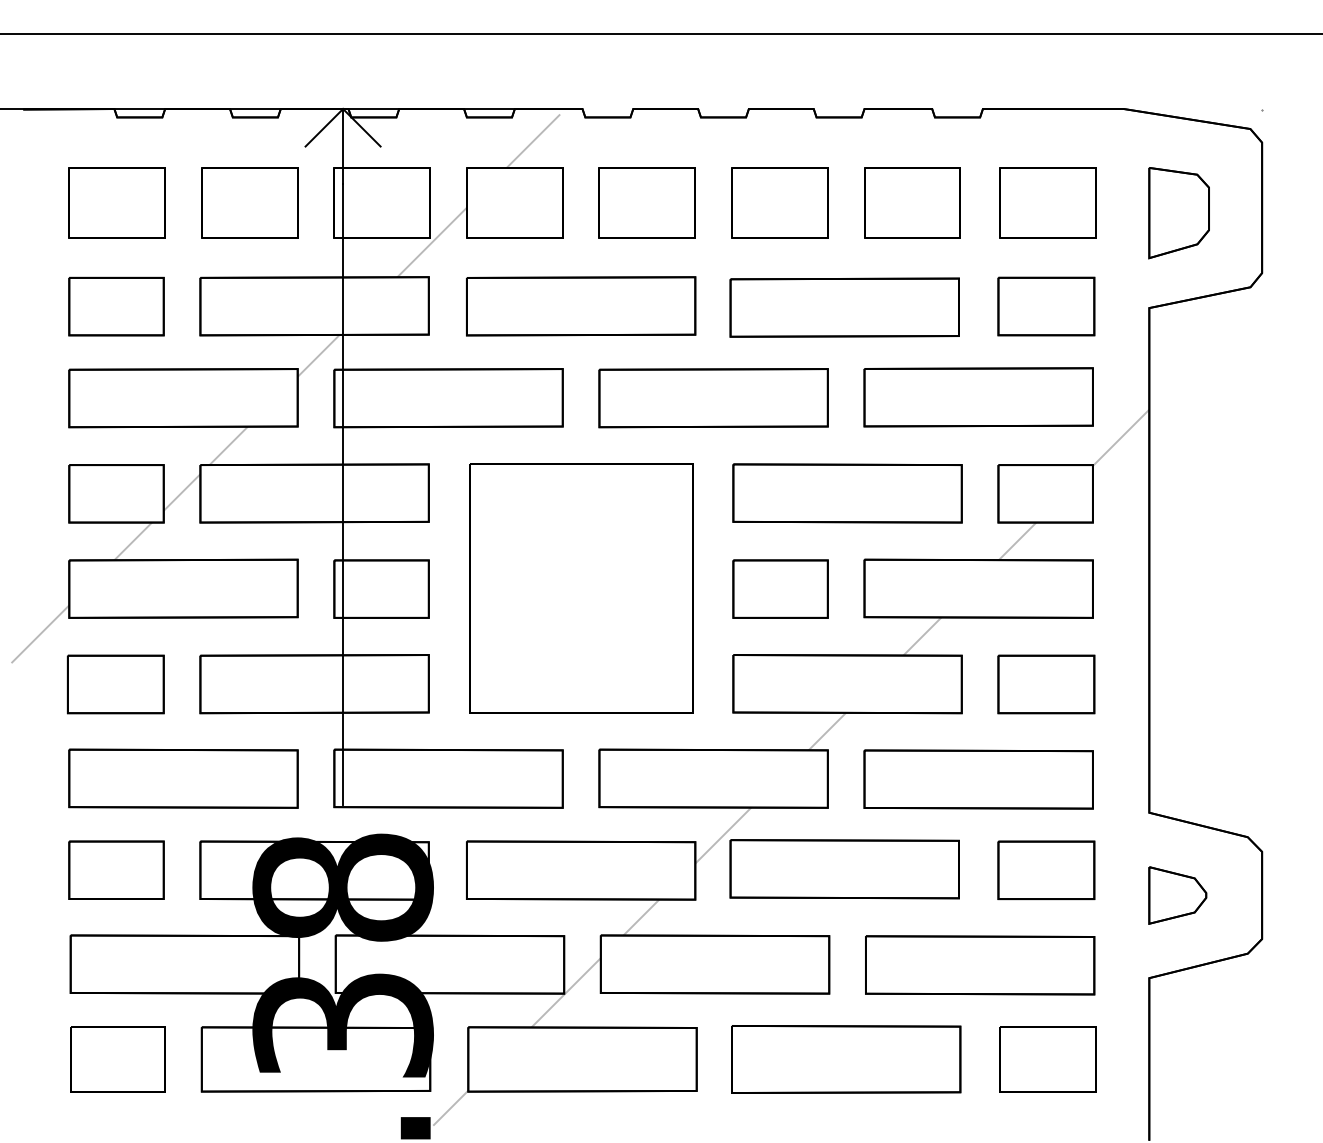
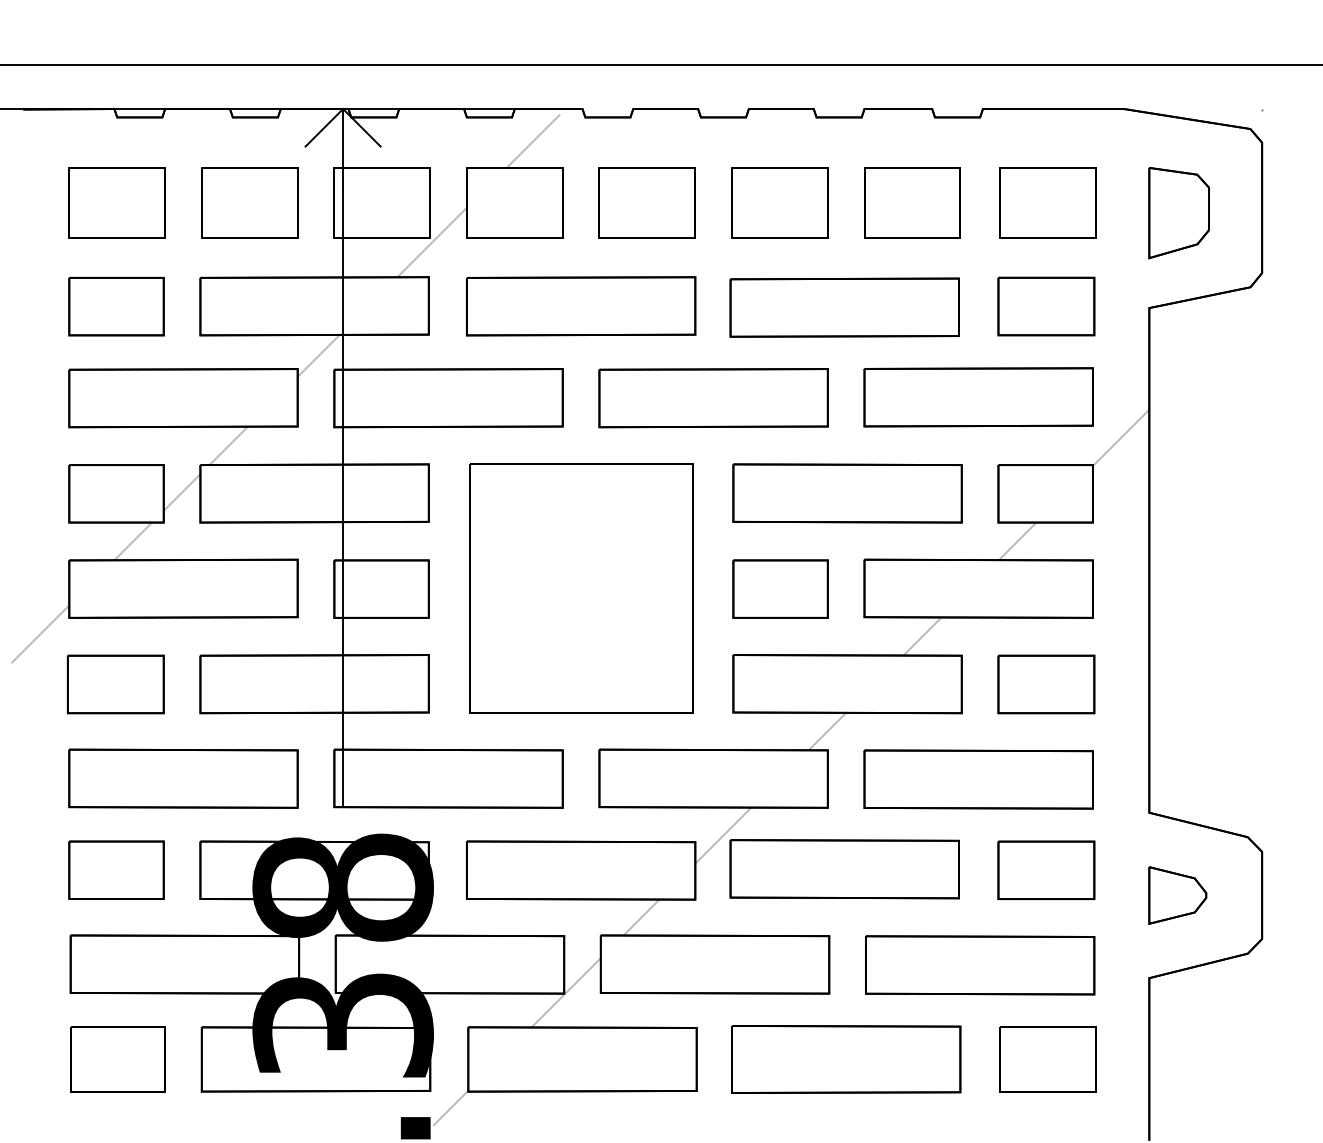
line at (660, 34) position: (660, 34) -> (660, 65)
